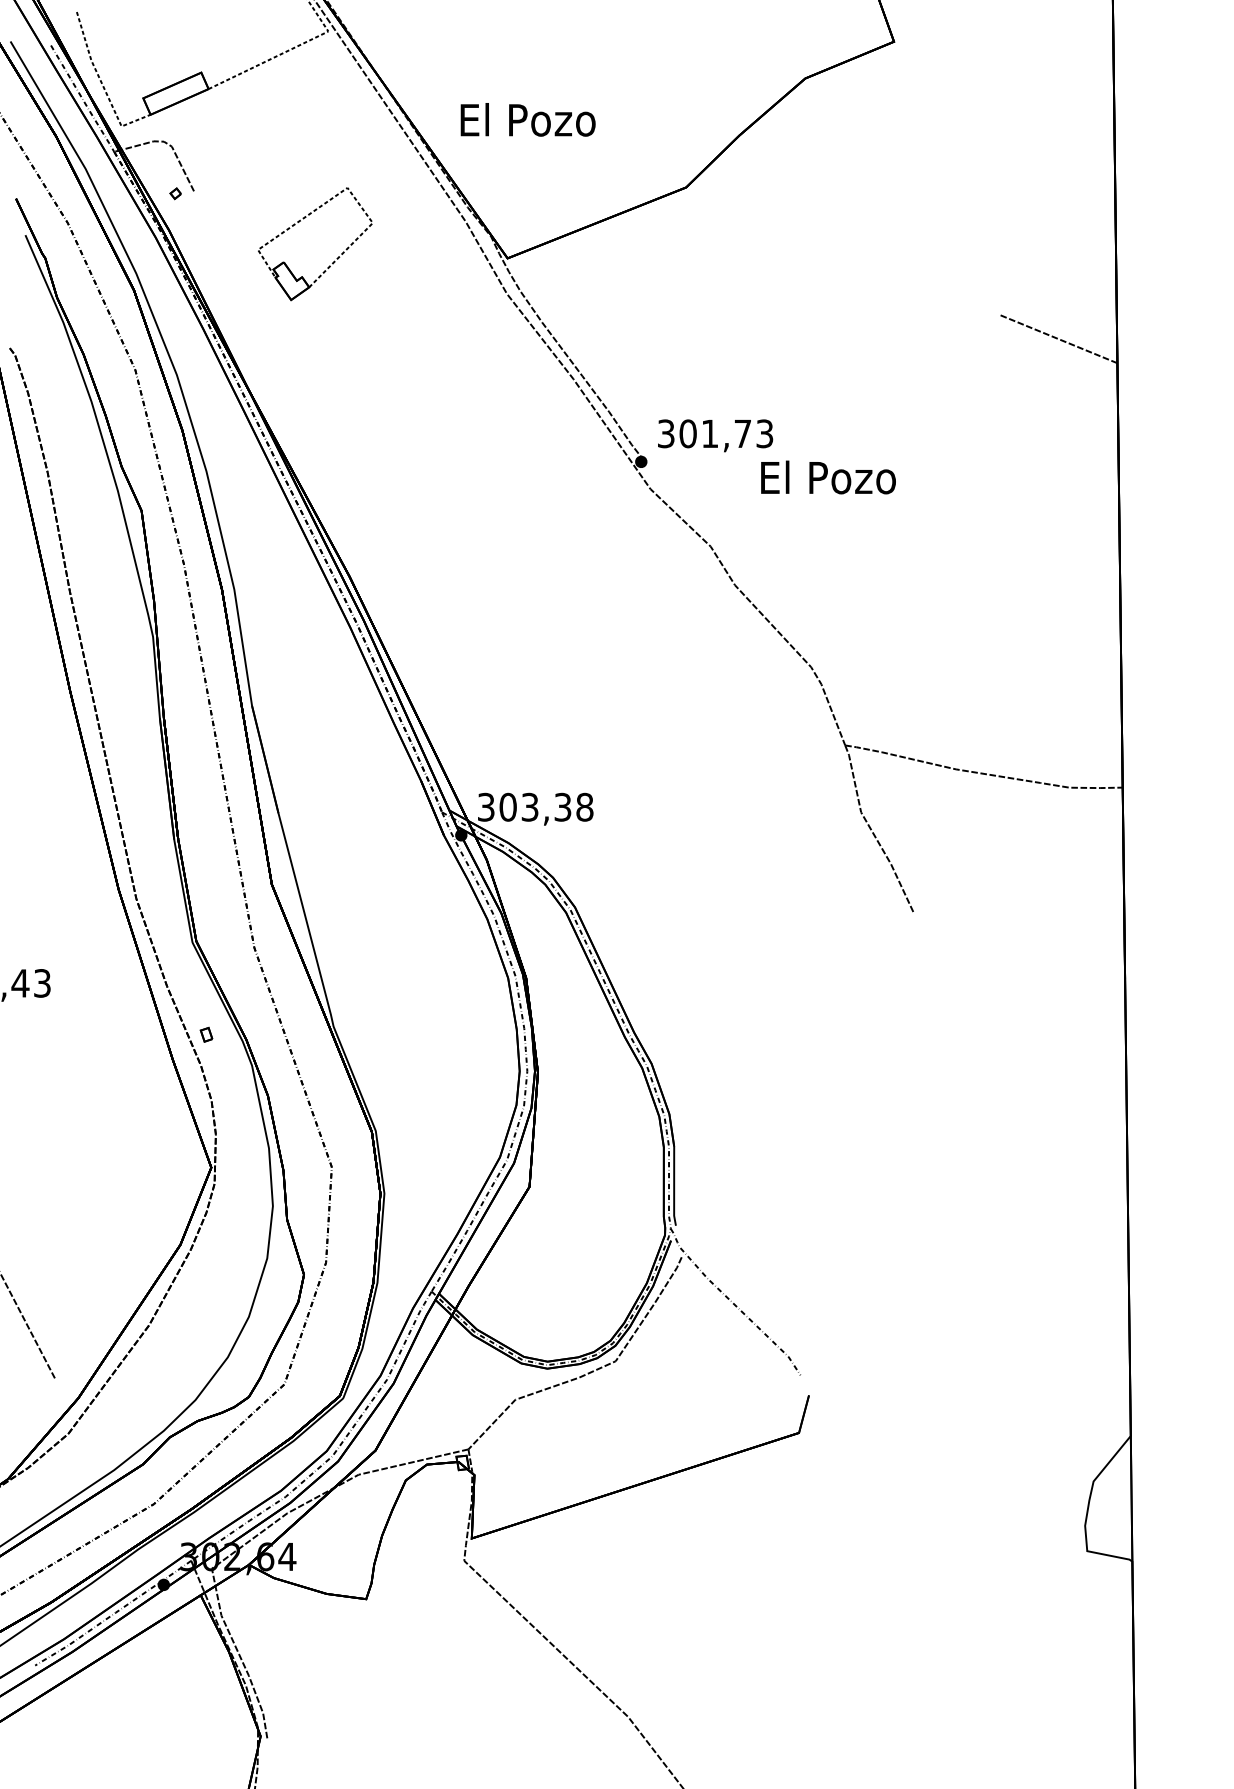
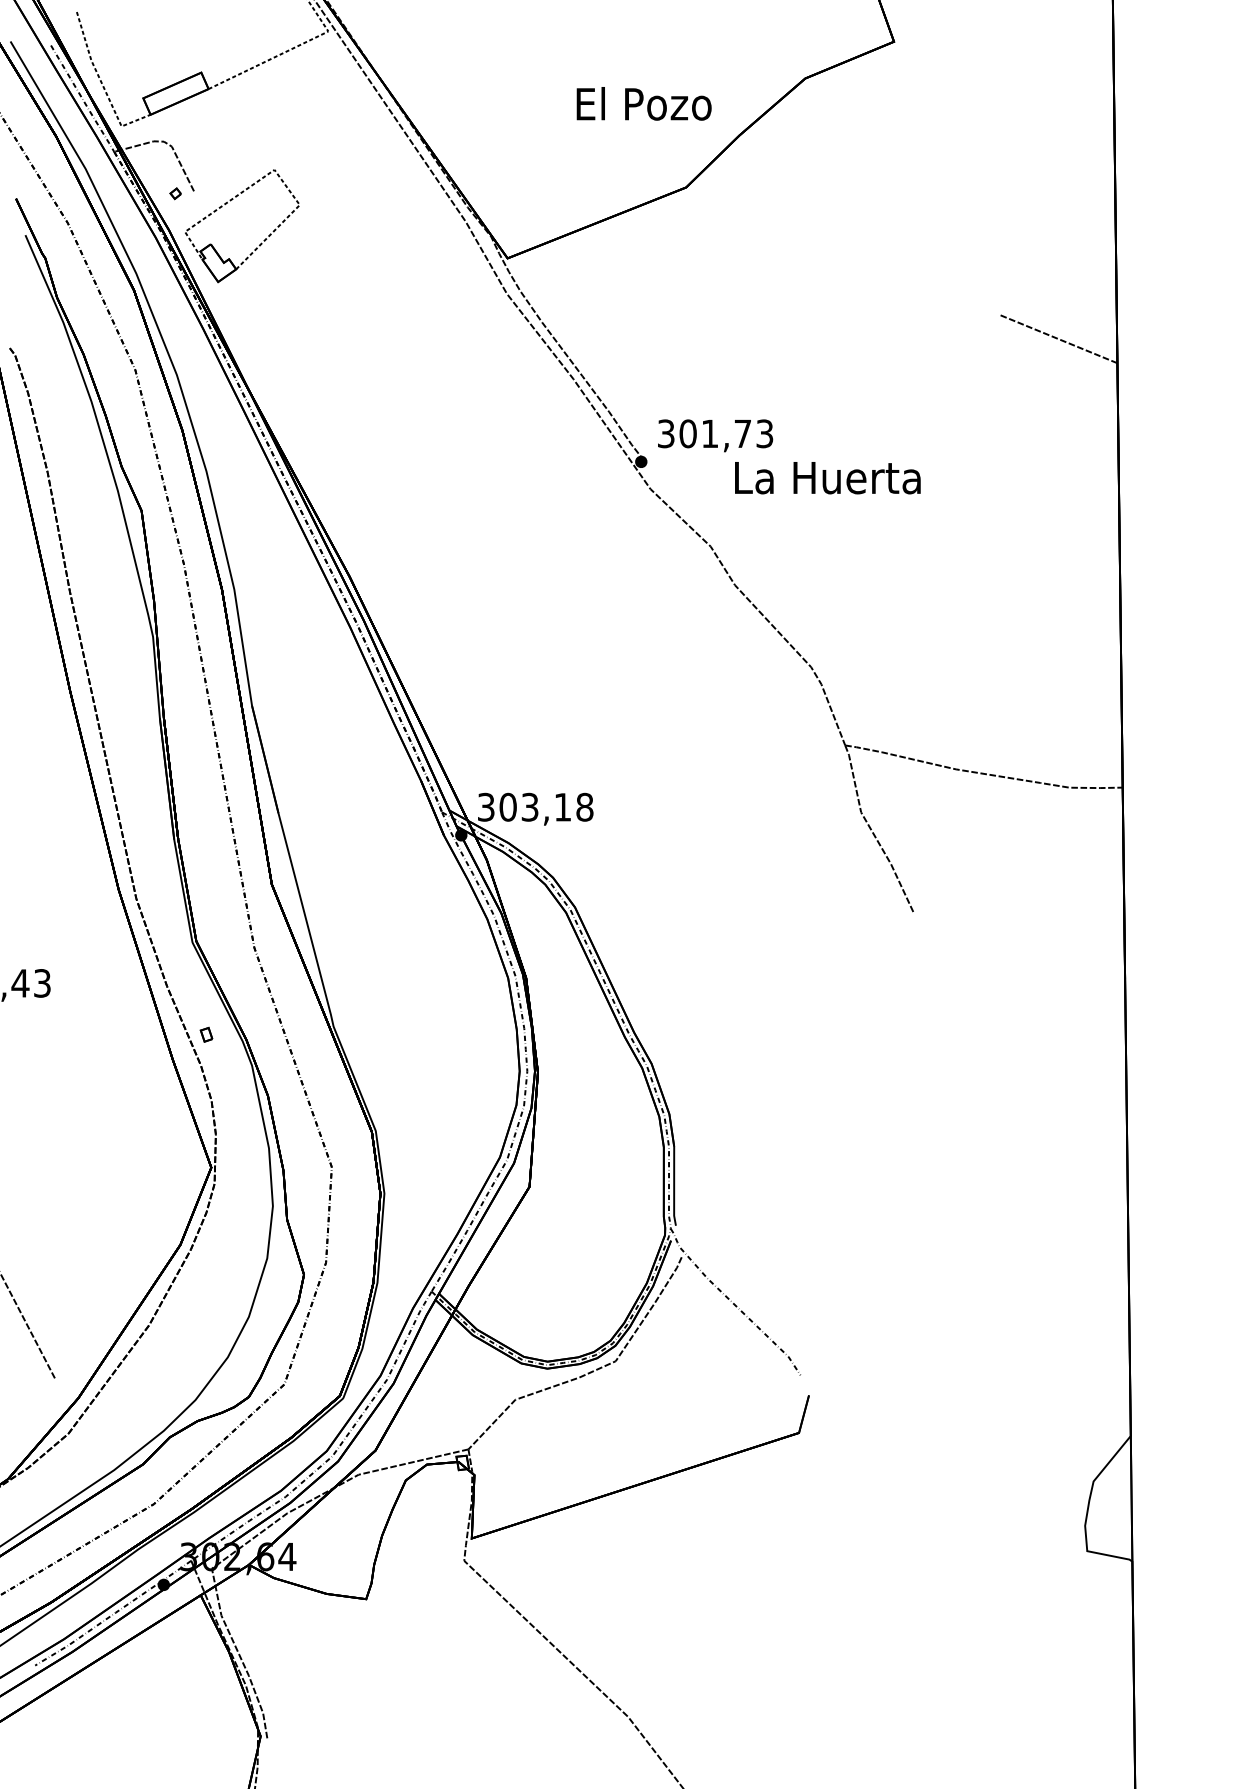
text at (527, 119) position: (527, 119) -> (643, 103)
part at (333, 261) position: (333, 261) -> (260, 243)
text at (827, 477): El Pozo -> La Huerta
text at (562, 806): 303,38 -> 303,18
